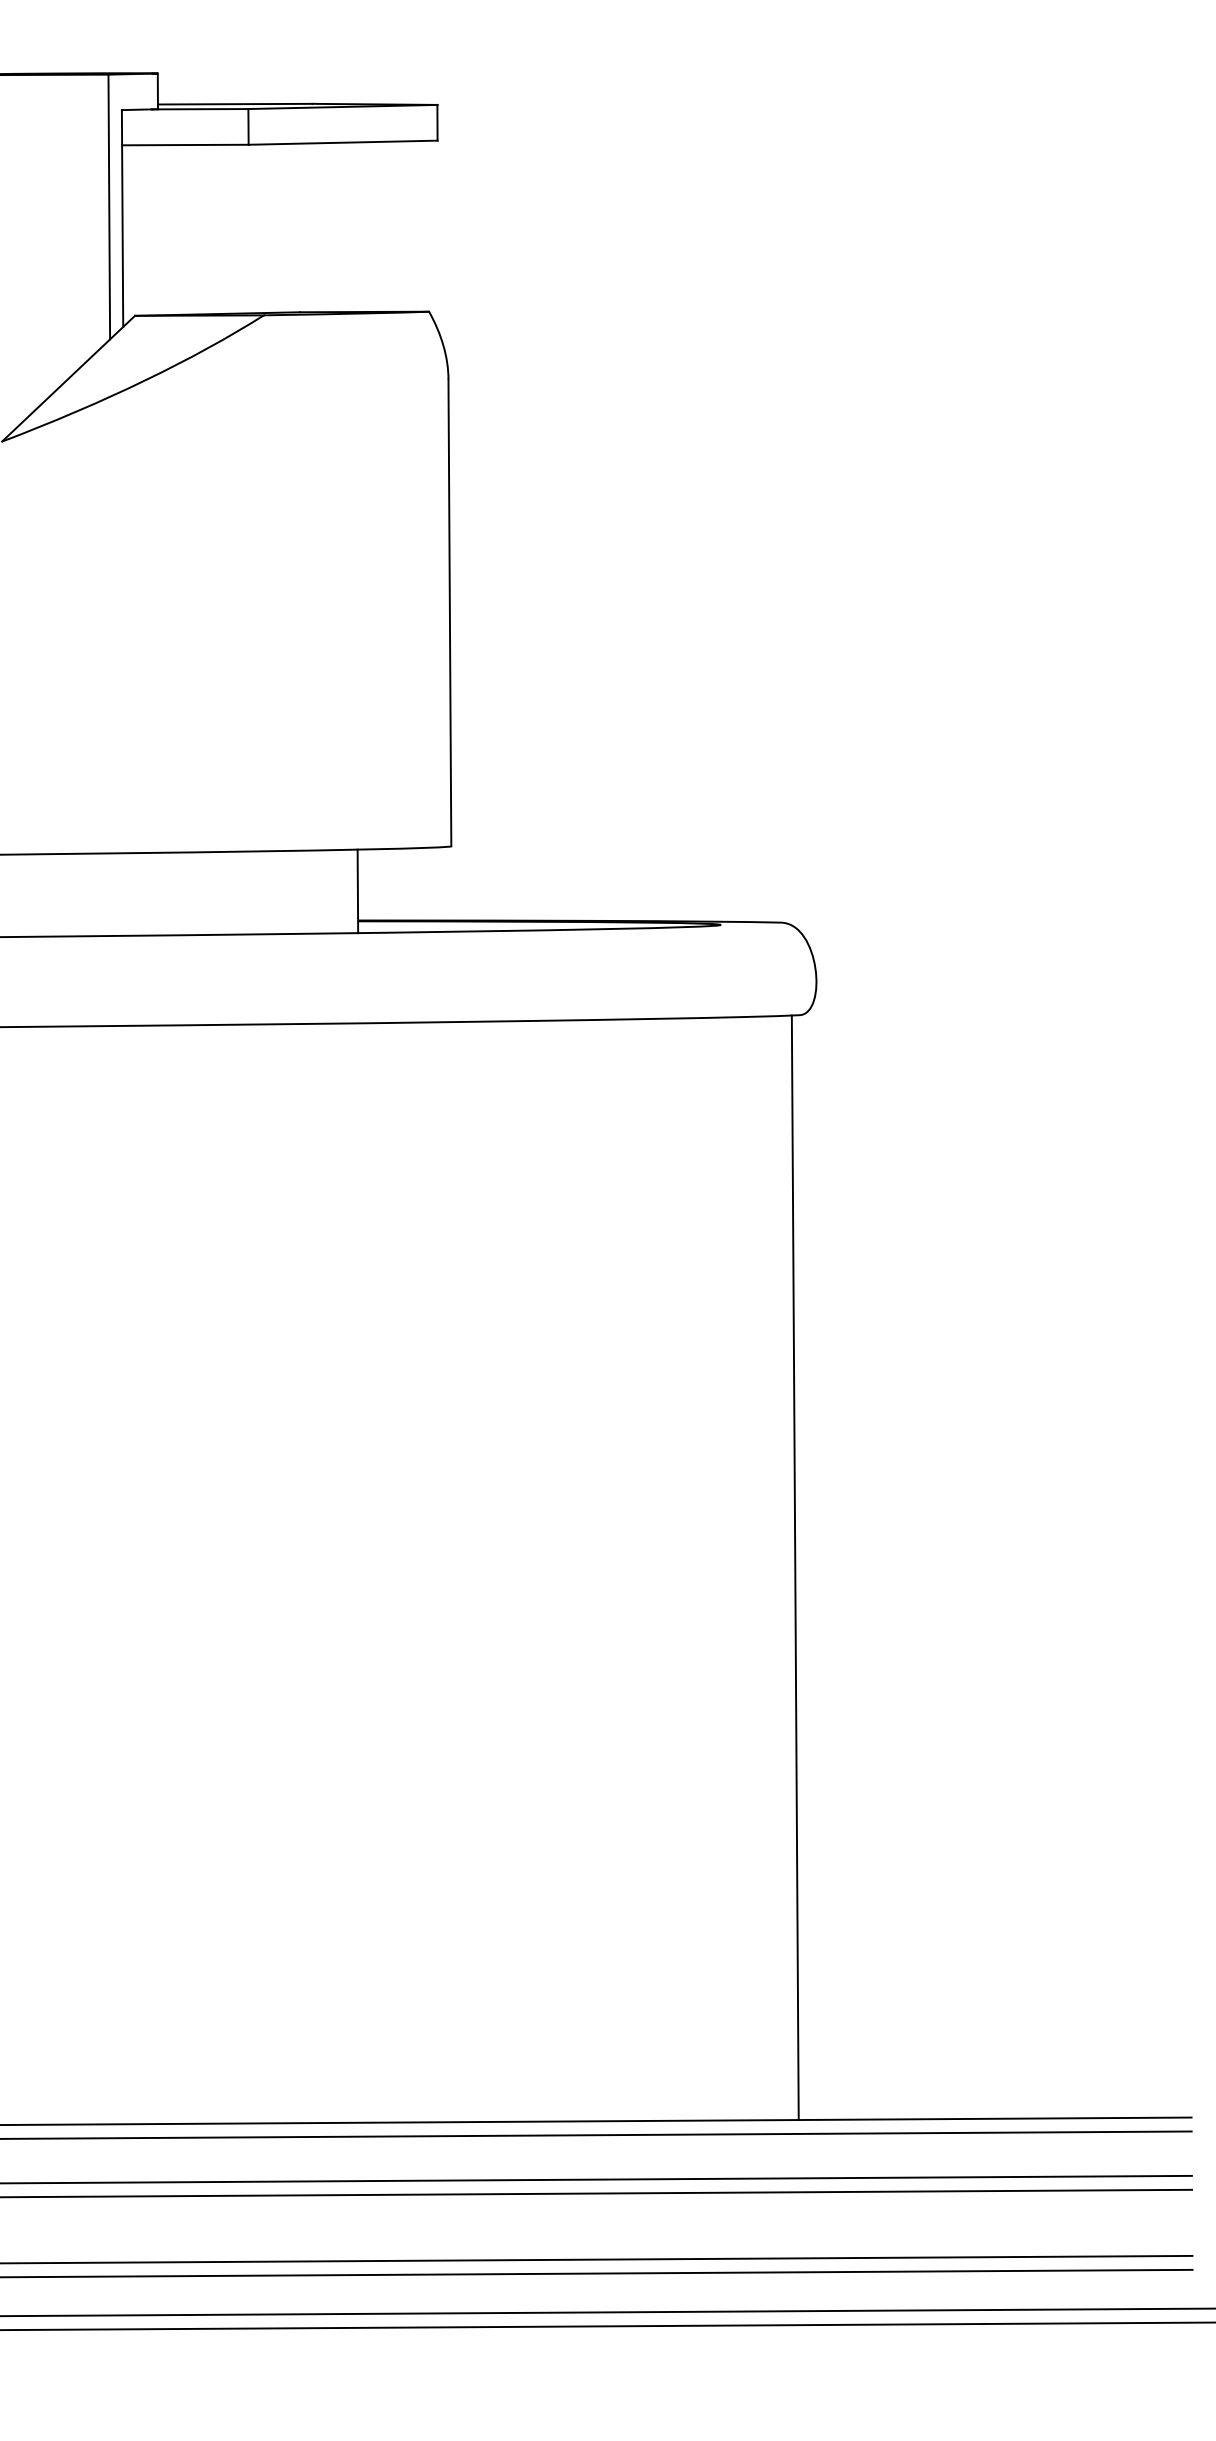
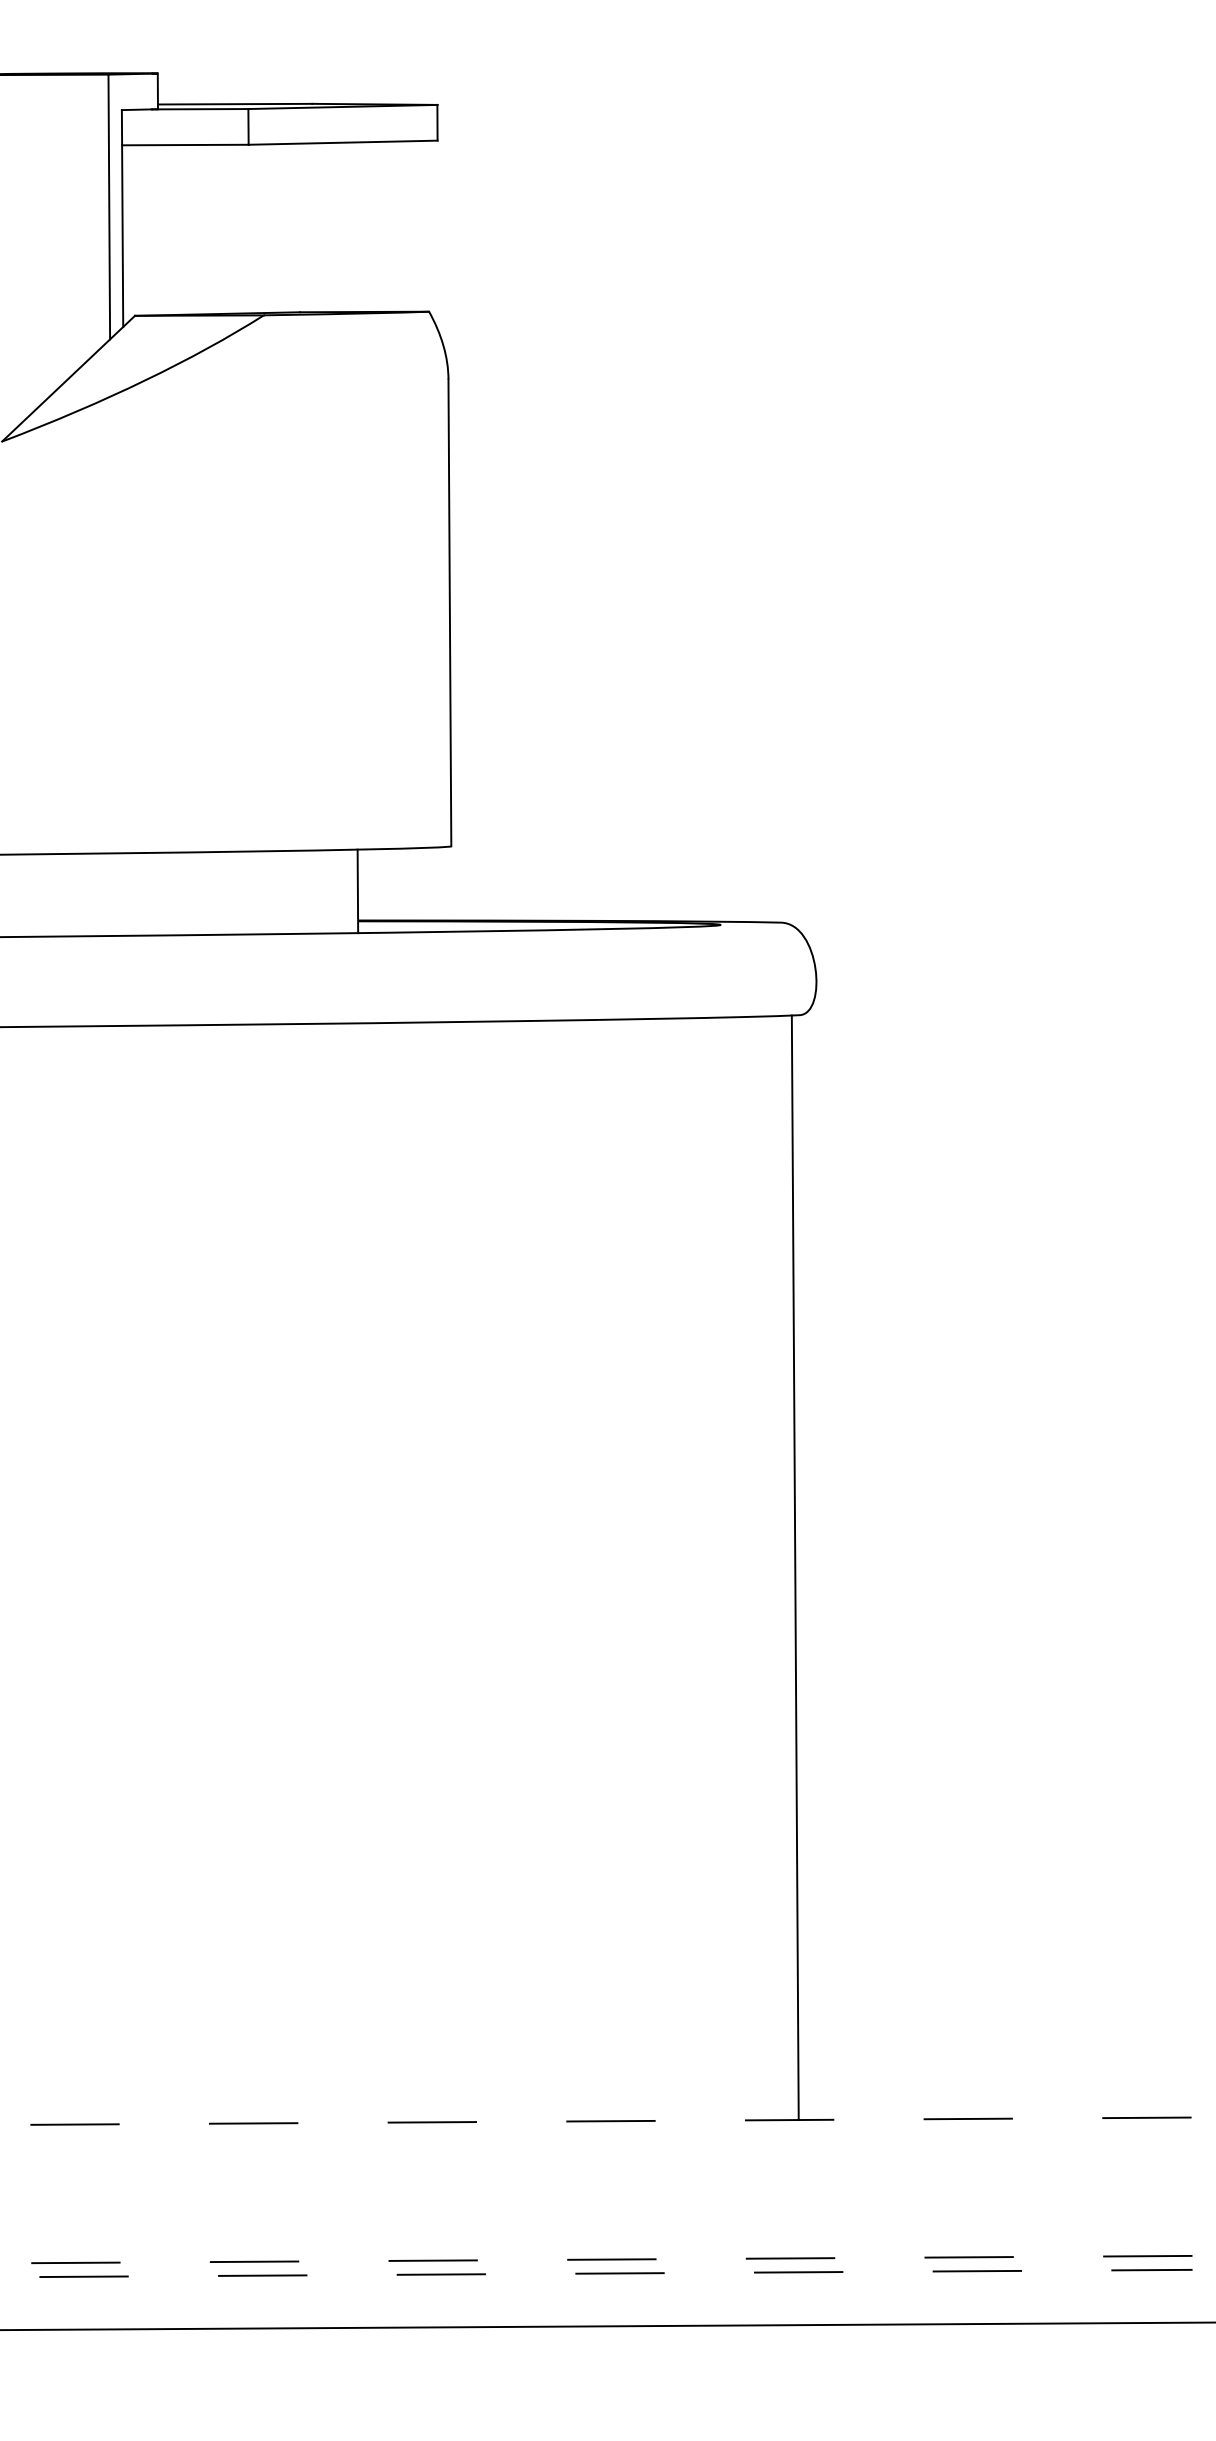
line at (595, 2121): solid -> dashed
line at (596, 2134): present -> none
line at (596, 2179): present -> none
line at (597, 2193): present -> none
line at (596, 2259): solid -> dashed
line at (596, 2273): solid -> dashed
line at (607, 2312): present -> none
